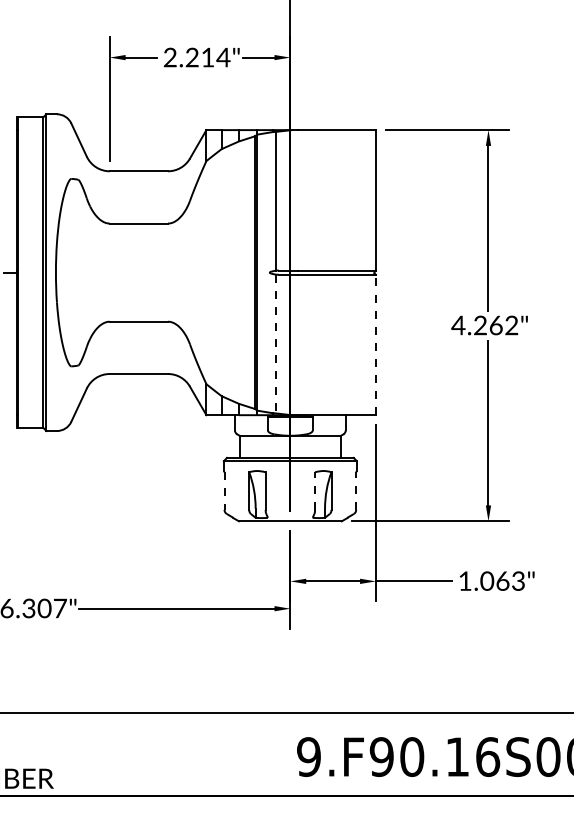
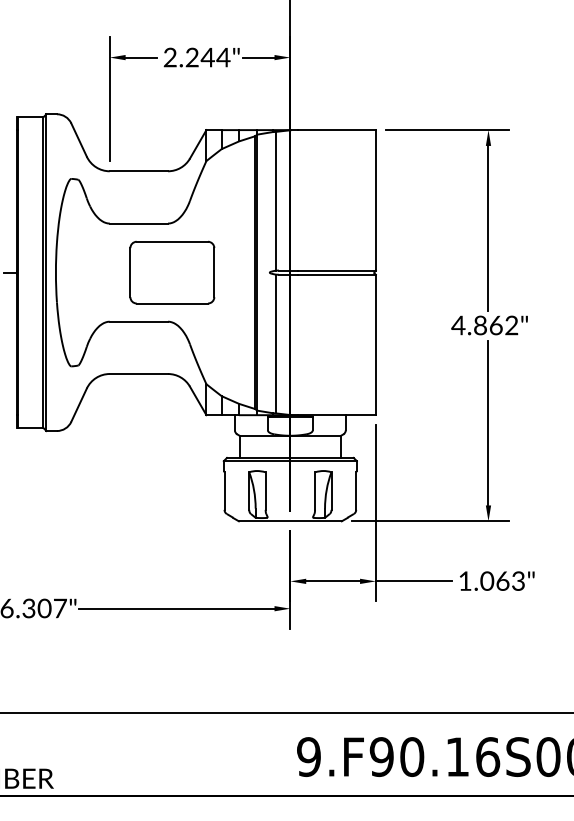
text at (207, 57): 2.214" -> 2.244"
part at (172, 272): none -> present
text at (480, 326): 4.262" -> 4.862"
line at (275, 344): dashed -> solid
line at (375, 344): dashed -> solid
line at (224, 491): dashed -> solid
line at (315, 491): dashed -> solid
line at (356, 491): dashed -> solid
